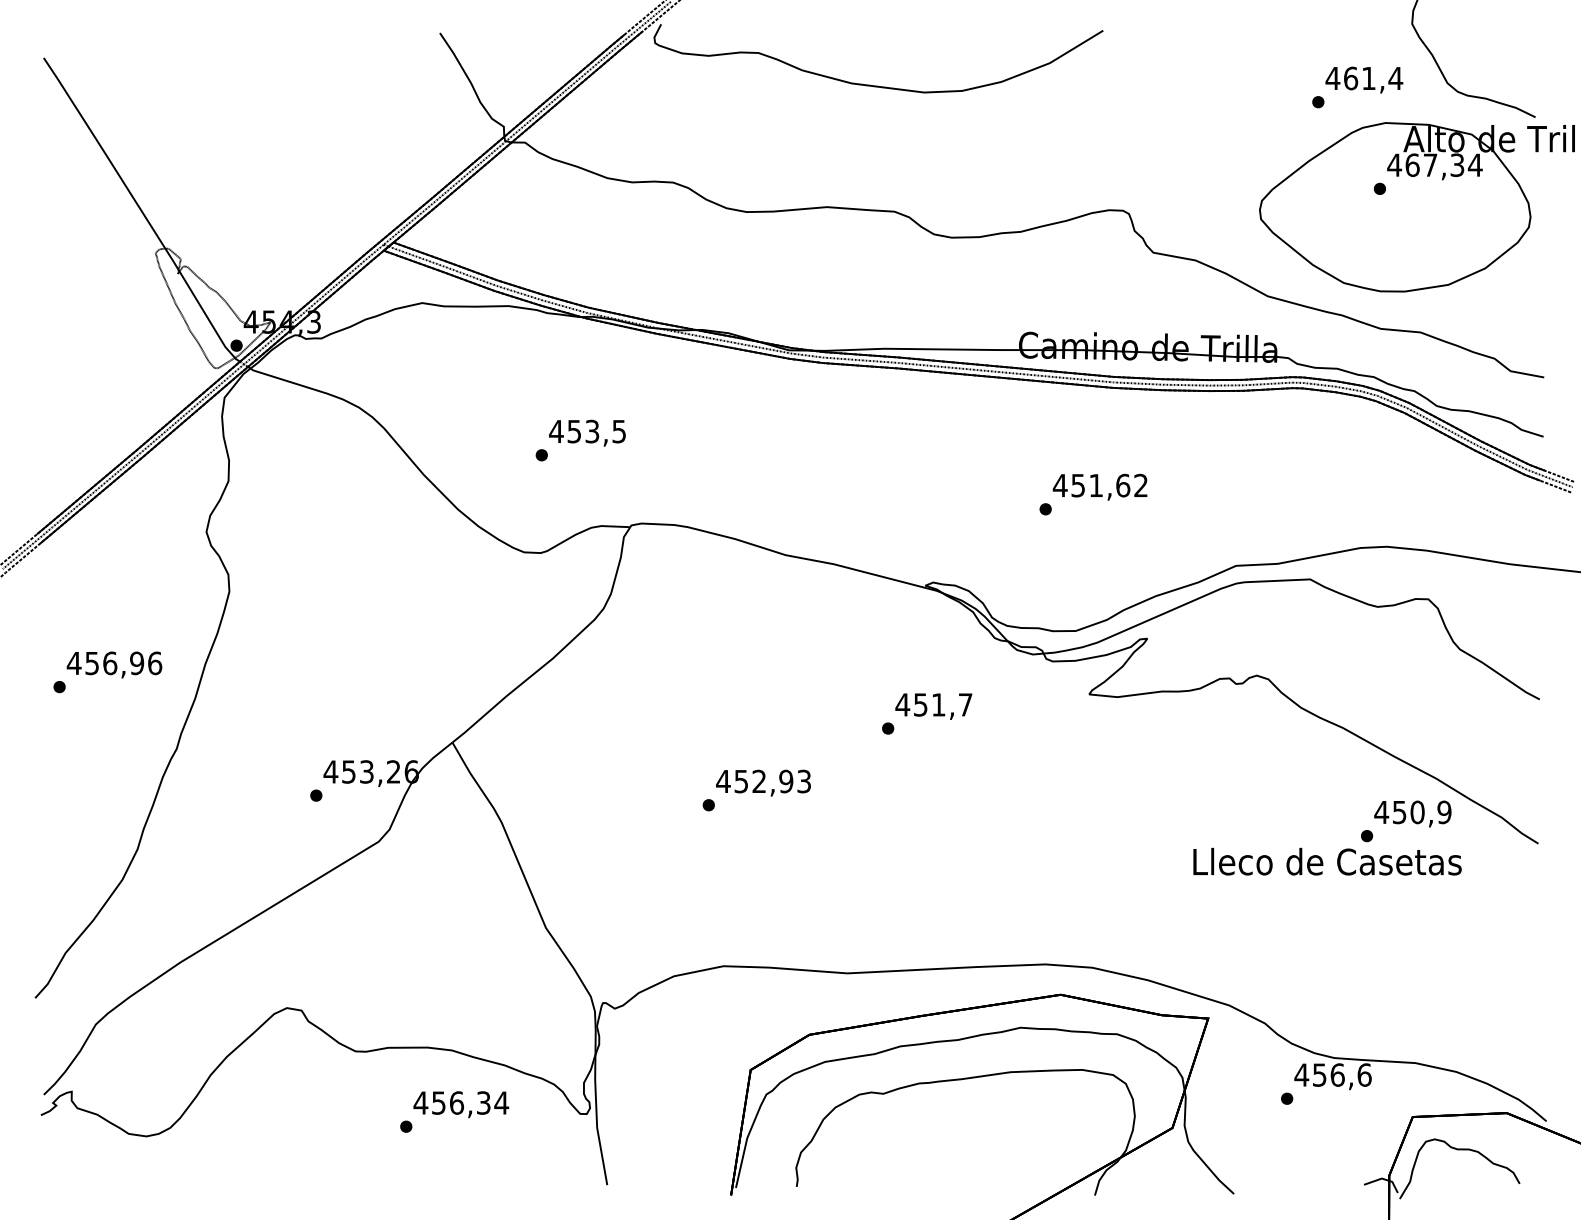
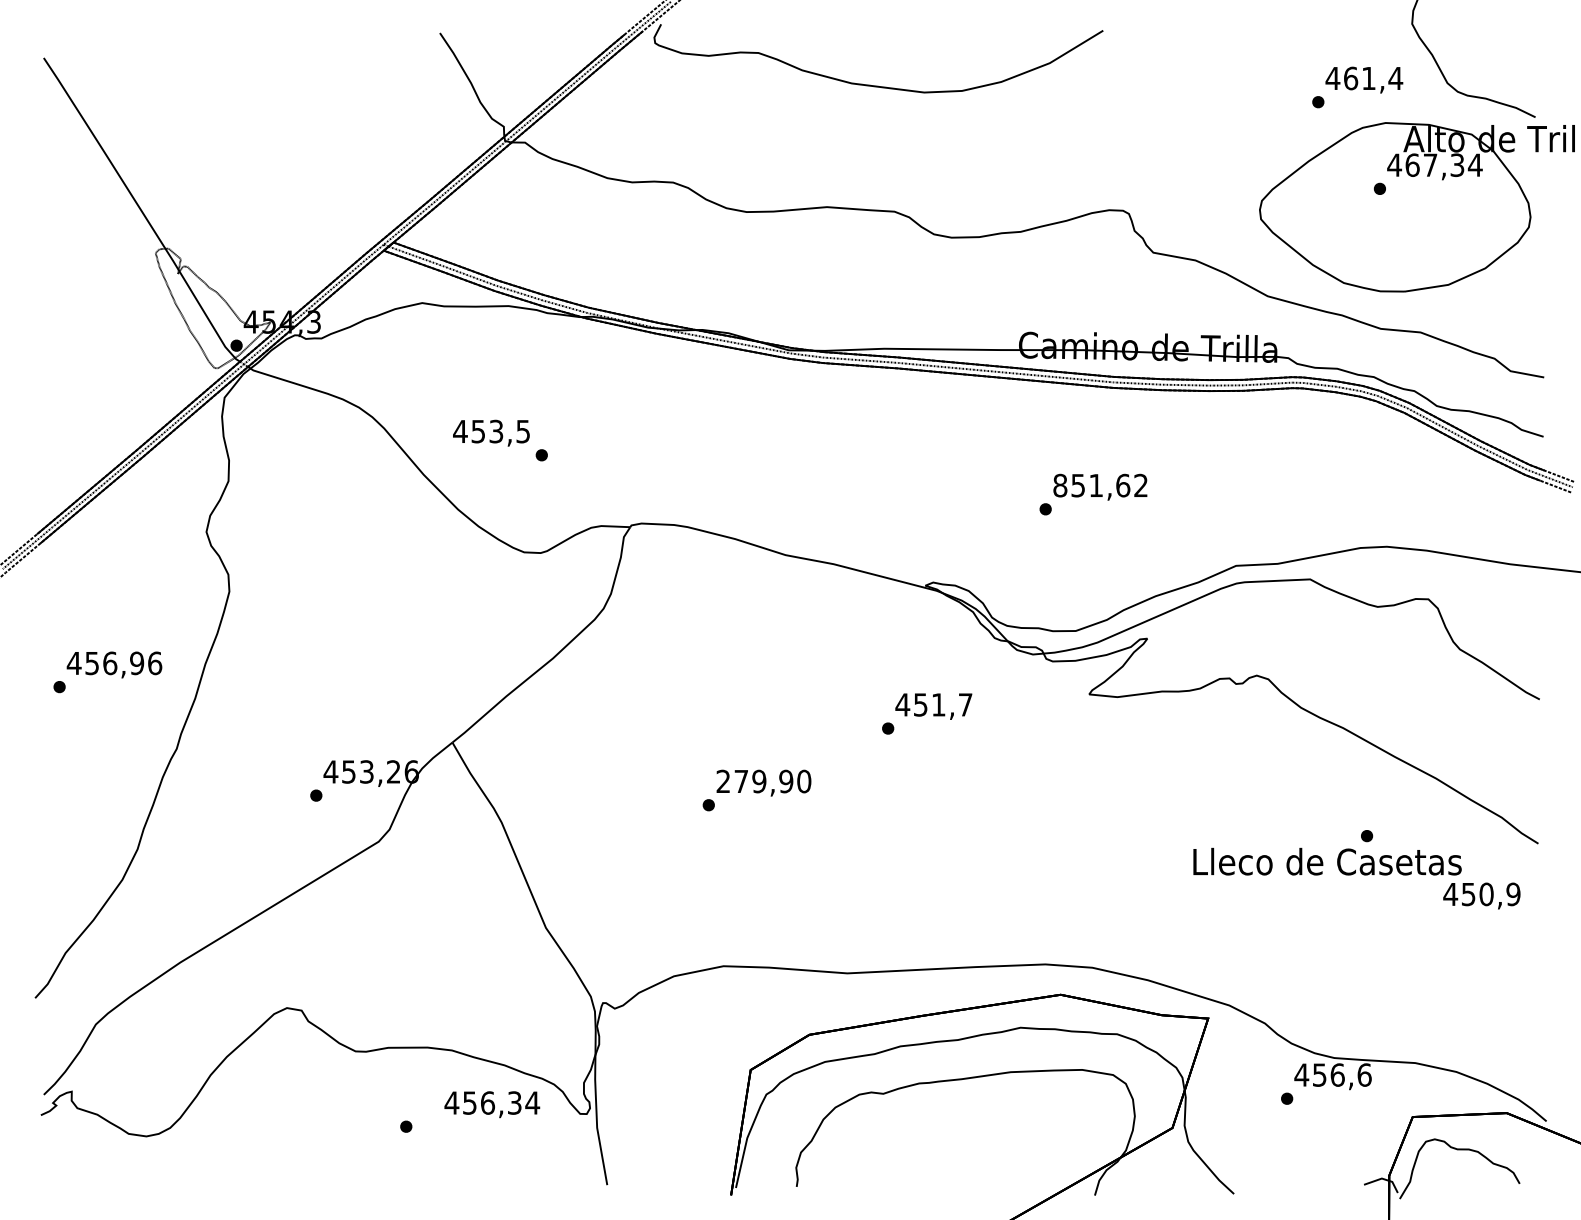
text at (587, 432) position: (587, 432) -> (491, 432)
text at (1059, 485): 451,62 -> 851,62
text at (763, 781): 452,93 -> 279,90
text at (1412, 813) position: (1412, 813) -> (1481, 895)
text at (461, 1104) position: (461, 1104) -> (492, 1104)
